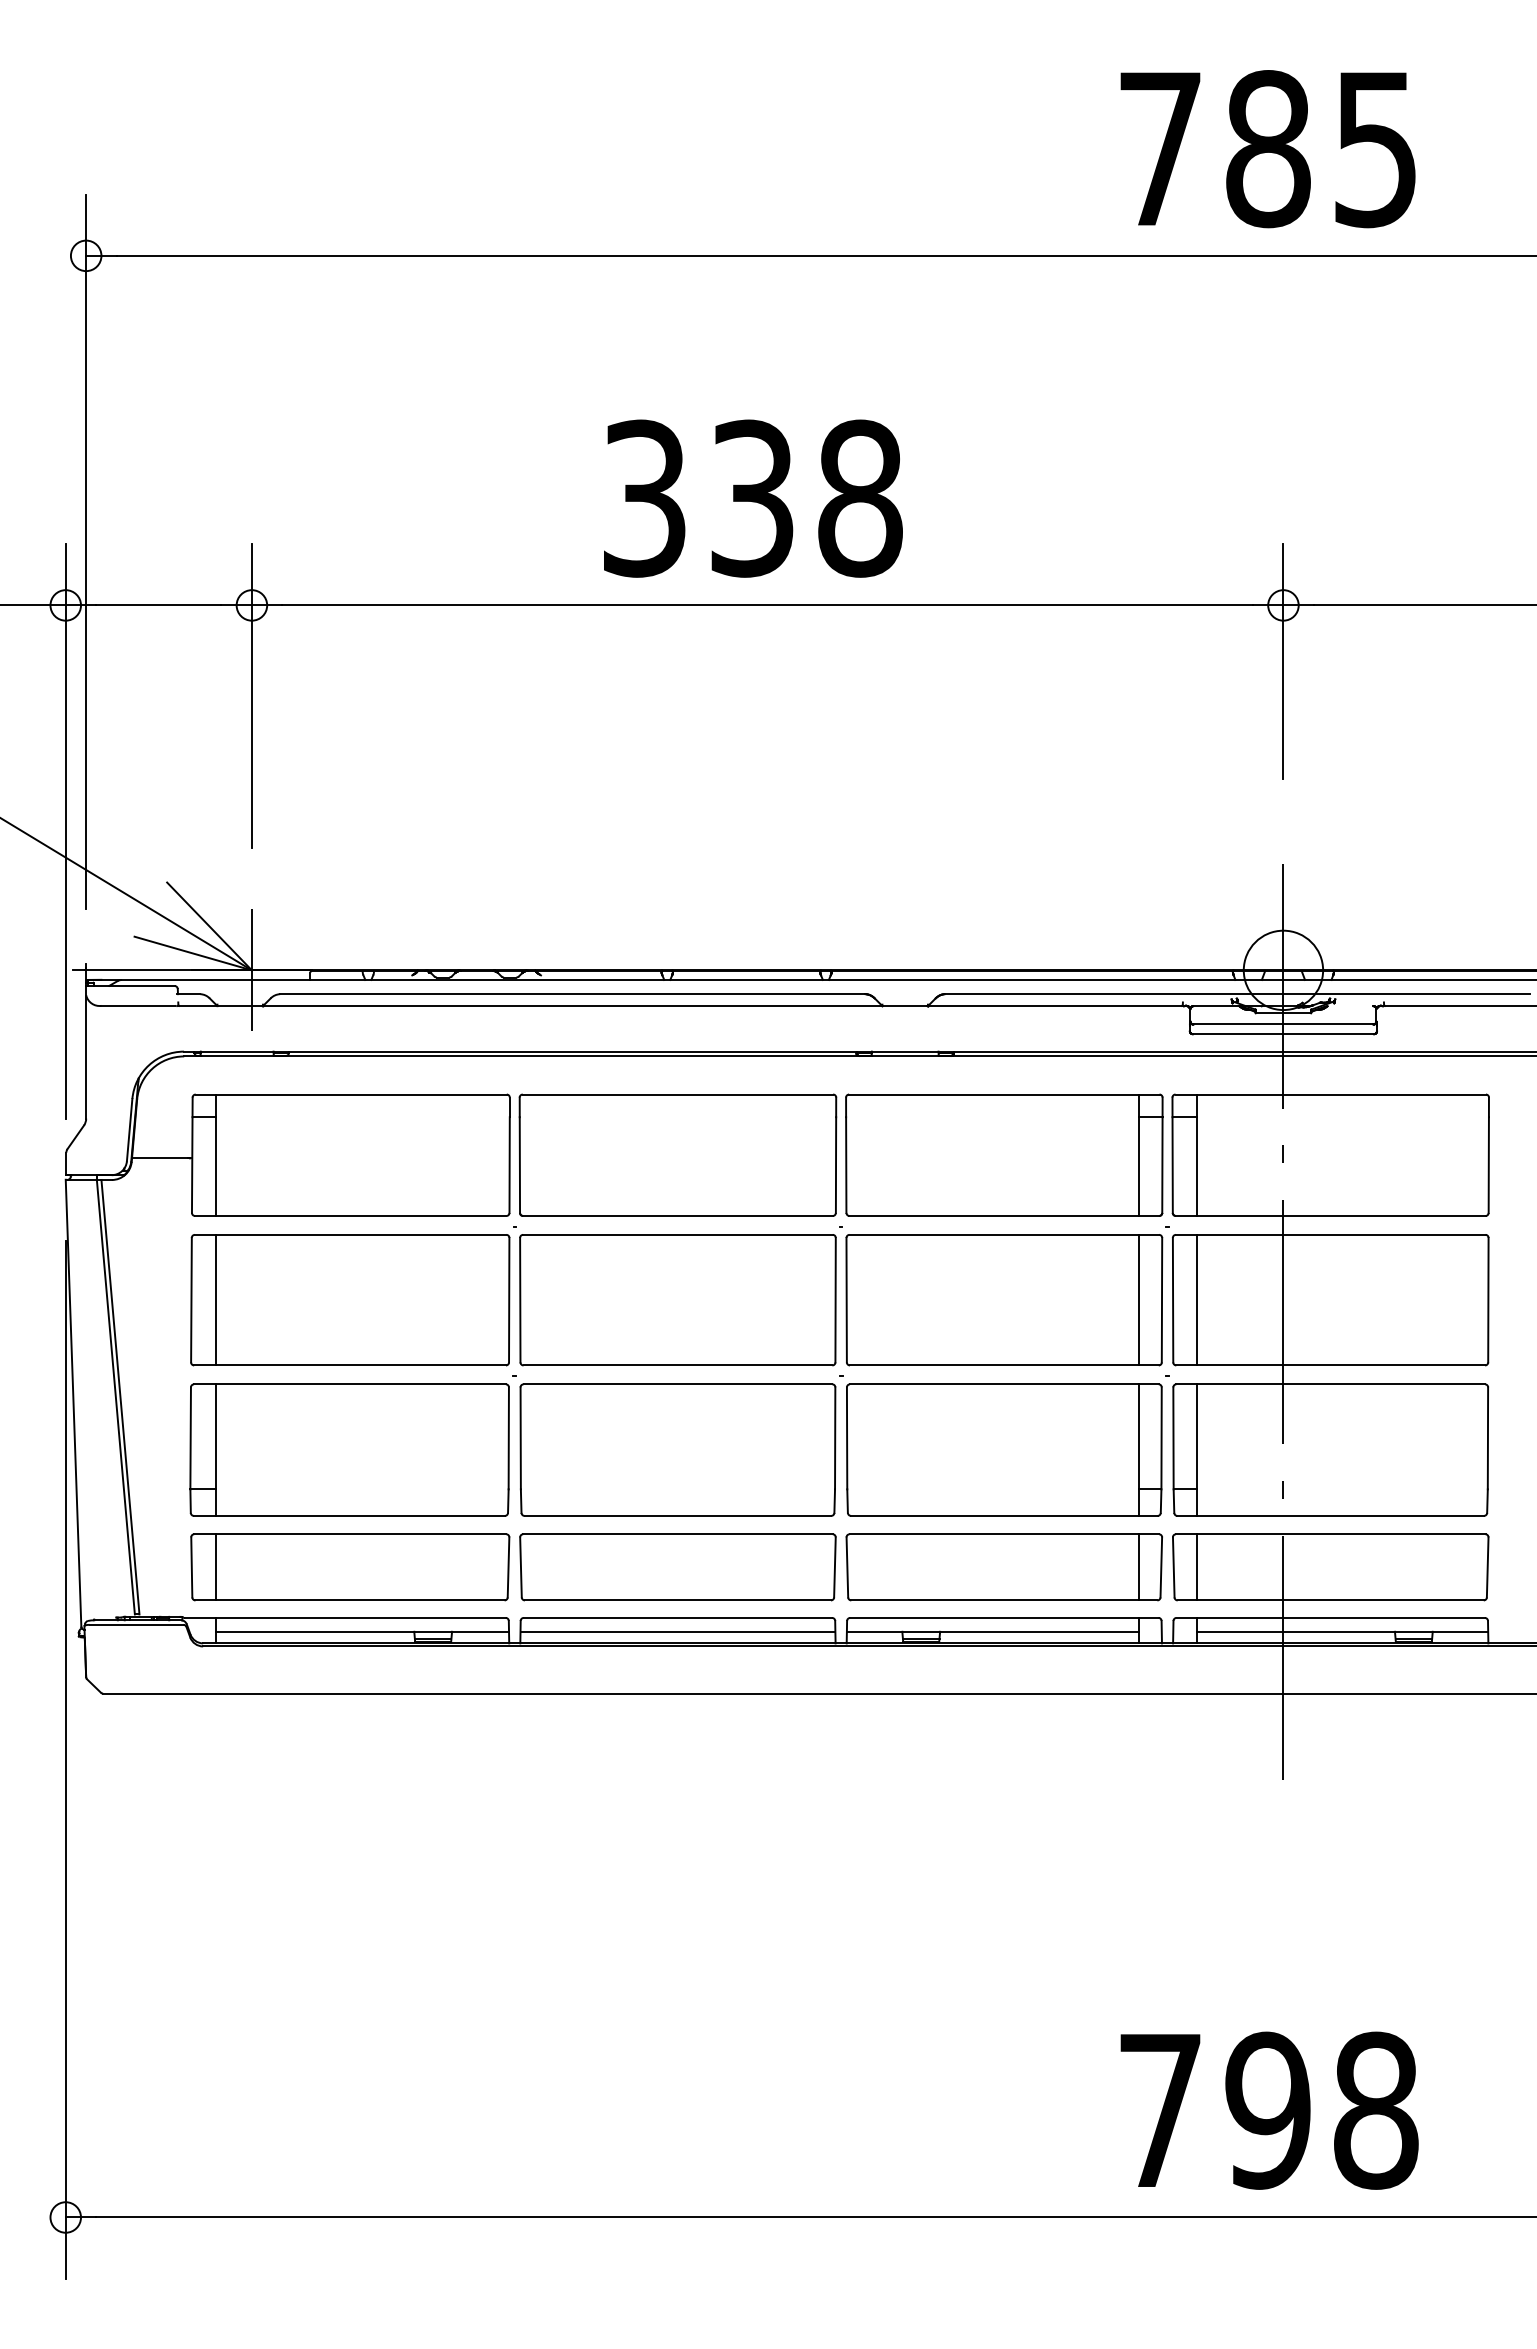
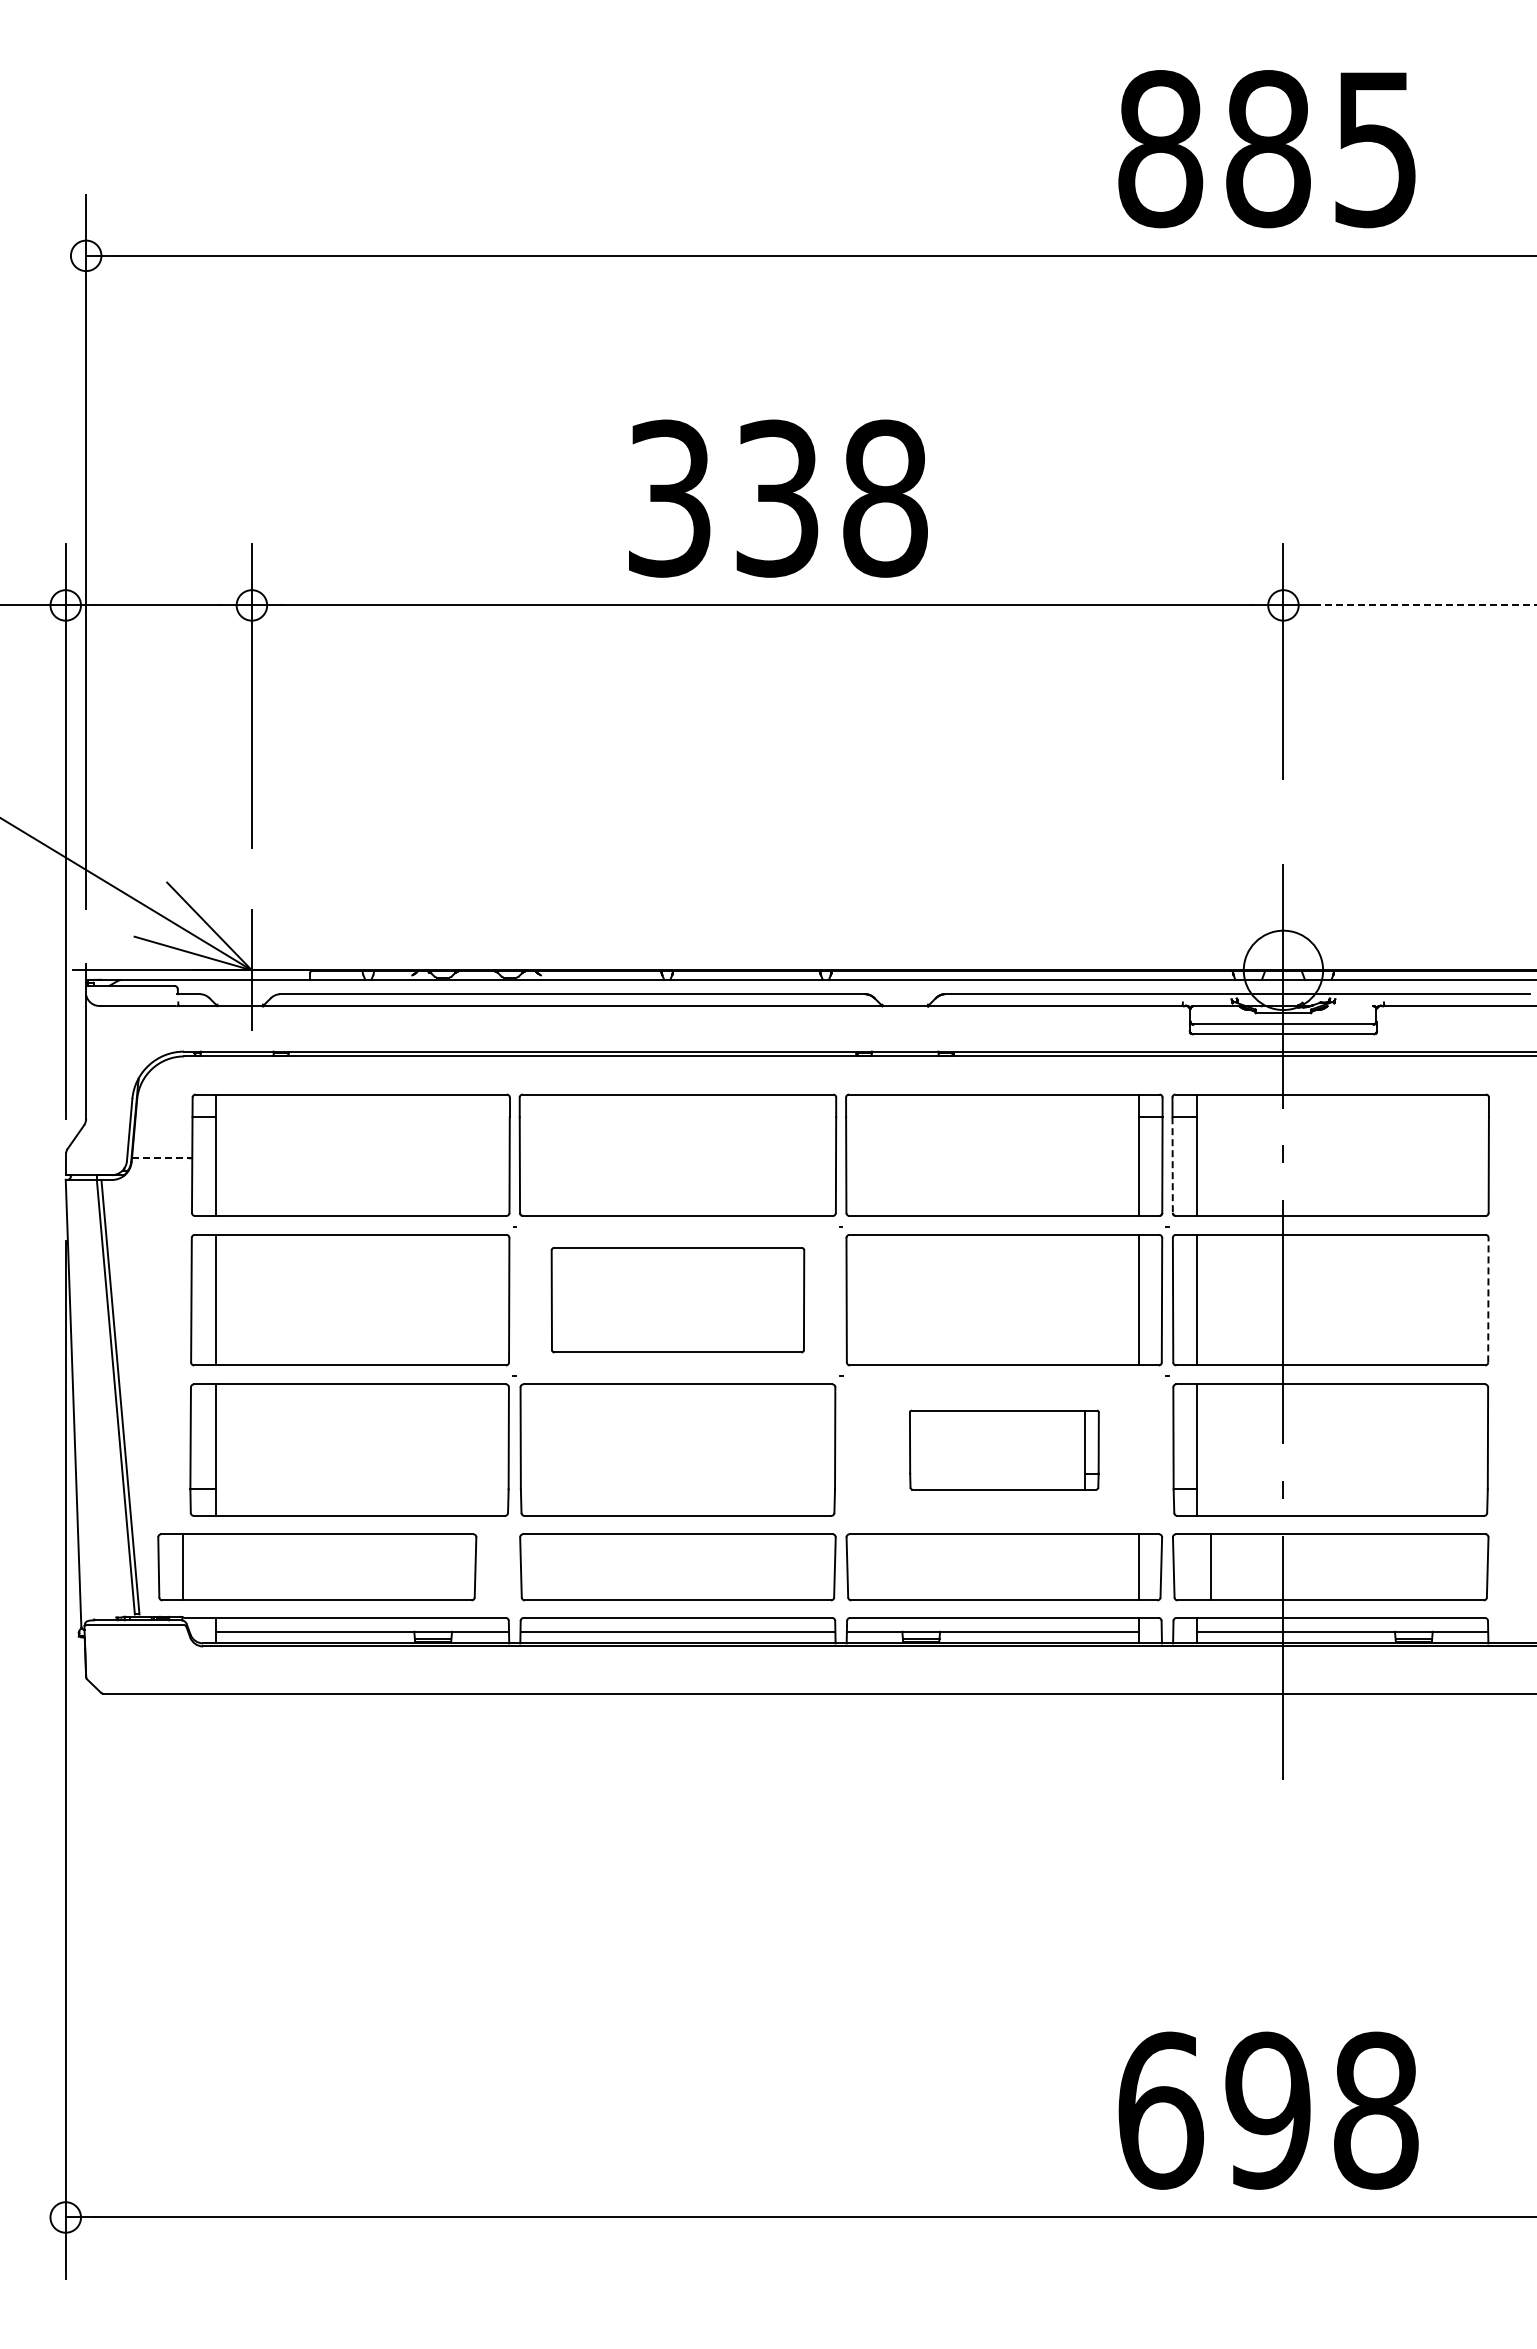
text at (1160, 149): 785 -> 885
text at (753, 498) position: (753, 498) -> (778, 498)
line at (1425, 605): solid -> dashed
line at (159, 1158): solid -> dashed
line at (1172, 1165): solid -> dashed
line at (1488, 1299): solid -> dashed
part at (677, 1300) size: 318x133 px -> 256x107 px
part at (1004, 1449) size: 317x134 px -> 191x82 px
part at (350, 1567) position: (350, 1567) -> (317, 1567)
line at (1196, 1567) position: (1196, 1567) -> (1210, 1567)
text at (1160, 2110): 798 -> 698
